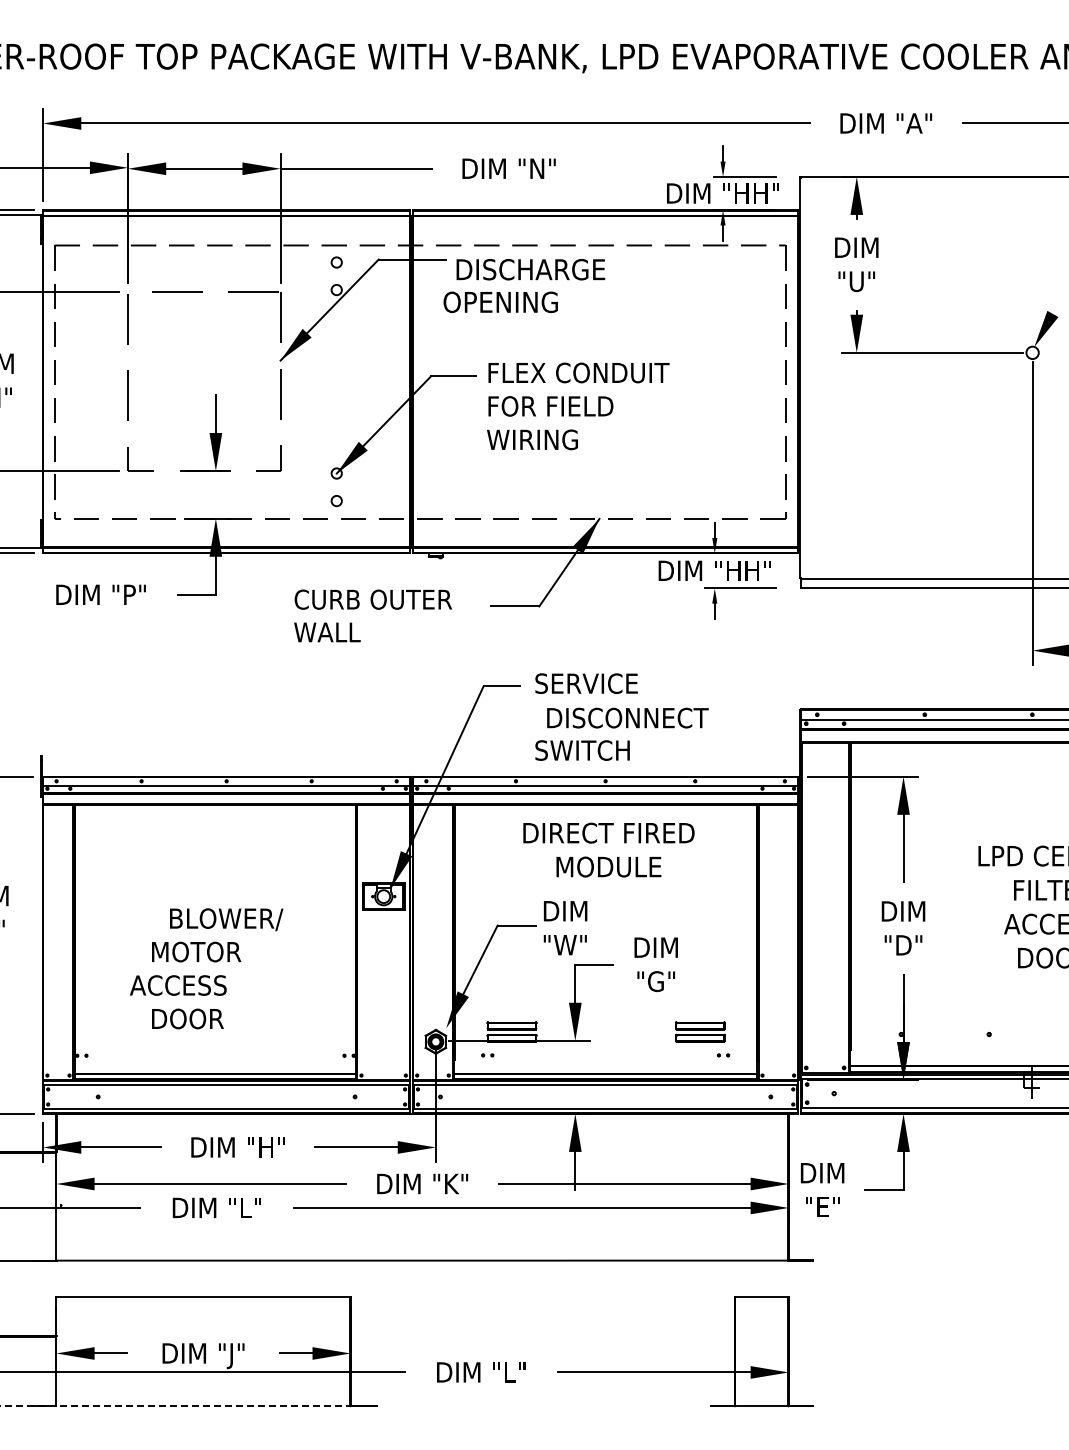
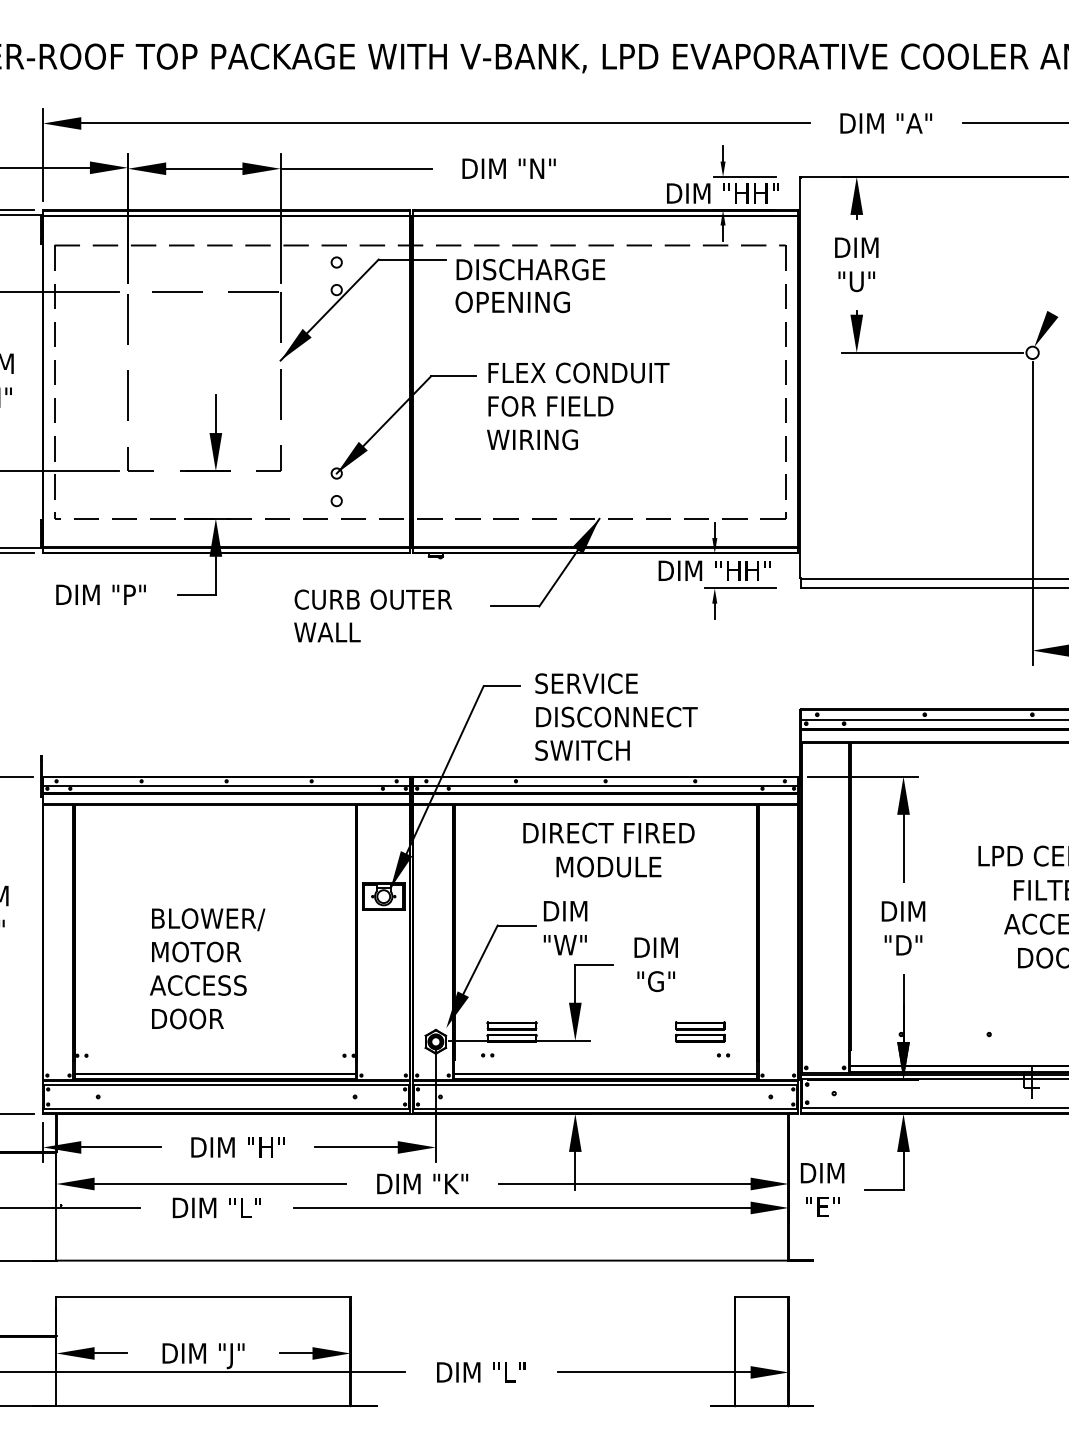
text at (500, 302) position: (500, 302) -> (512, 302)
text at (627, 717) position: (627, 717) -> (616, 716)
text at (226, 919) position: (226, 919) -> (208, 919)
text at (178, 985) position: (178, 985) -> (198, 985)
line at (175, 1406): dashed -> solid
